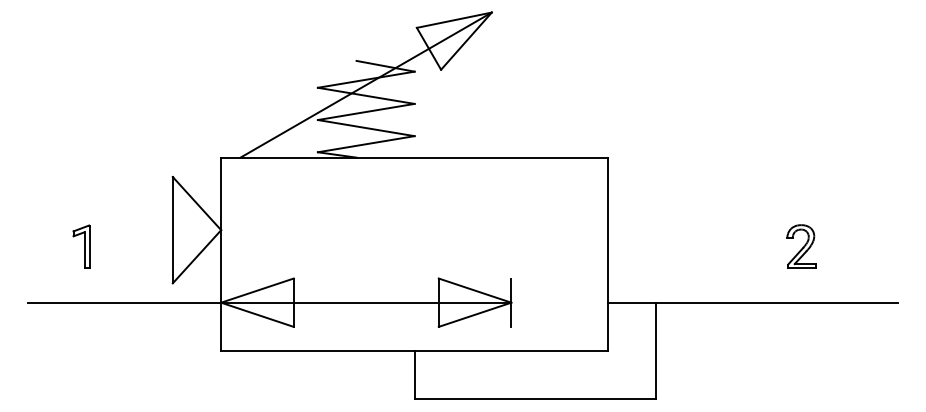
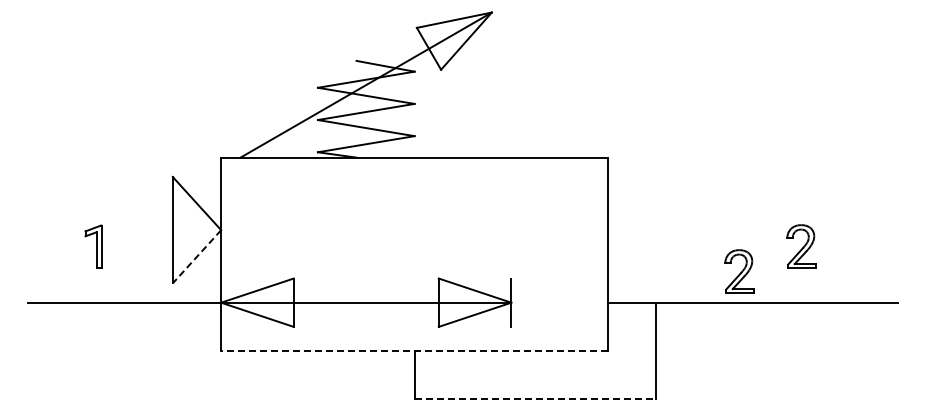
part at (81, 246) position: (81, 246) -> (93, 246)
line at (197, 256): solid -> dashed
part at (739, 271): none -> present
line at (414, 351): solid -> dashed
line at (535, 399): solid -> dashed
